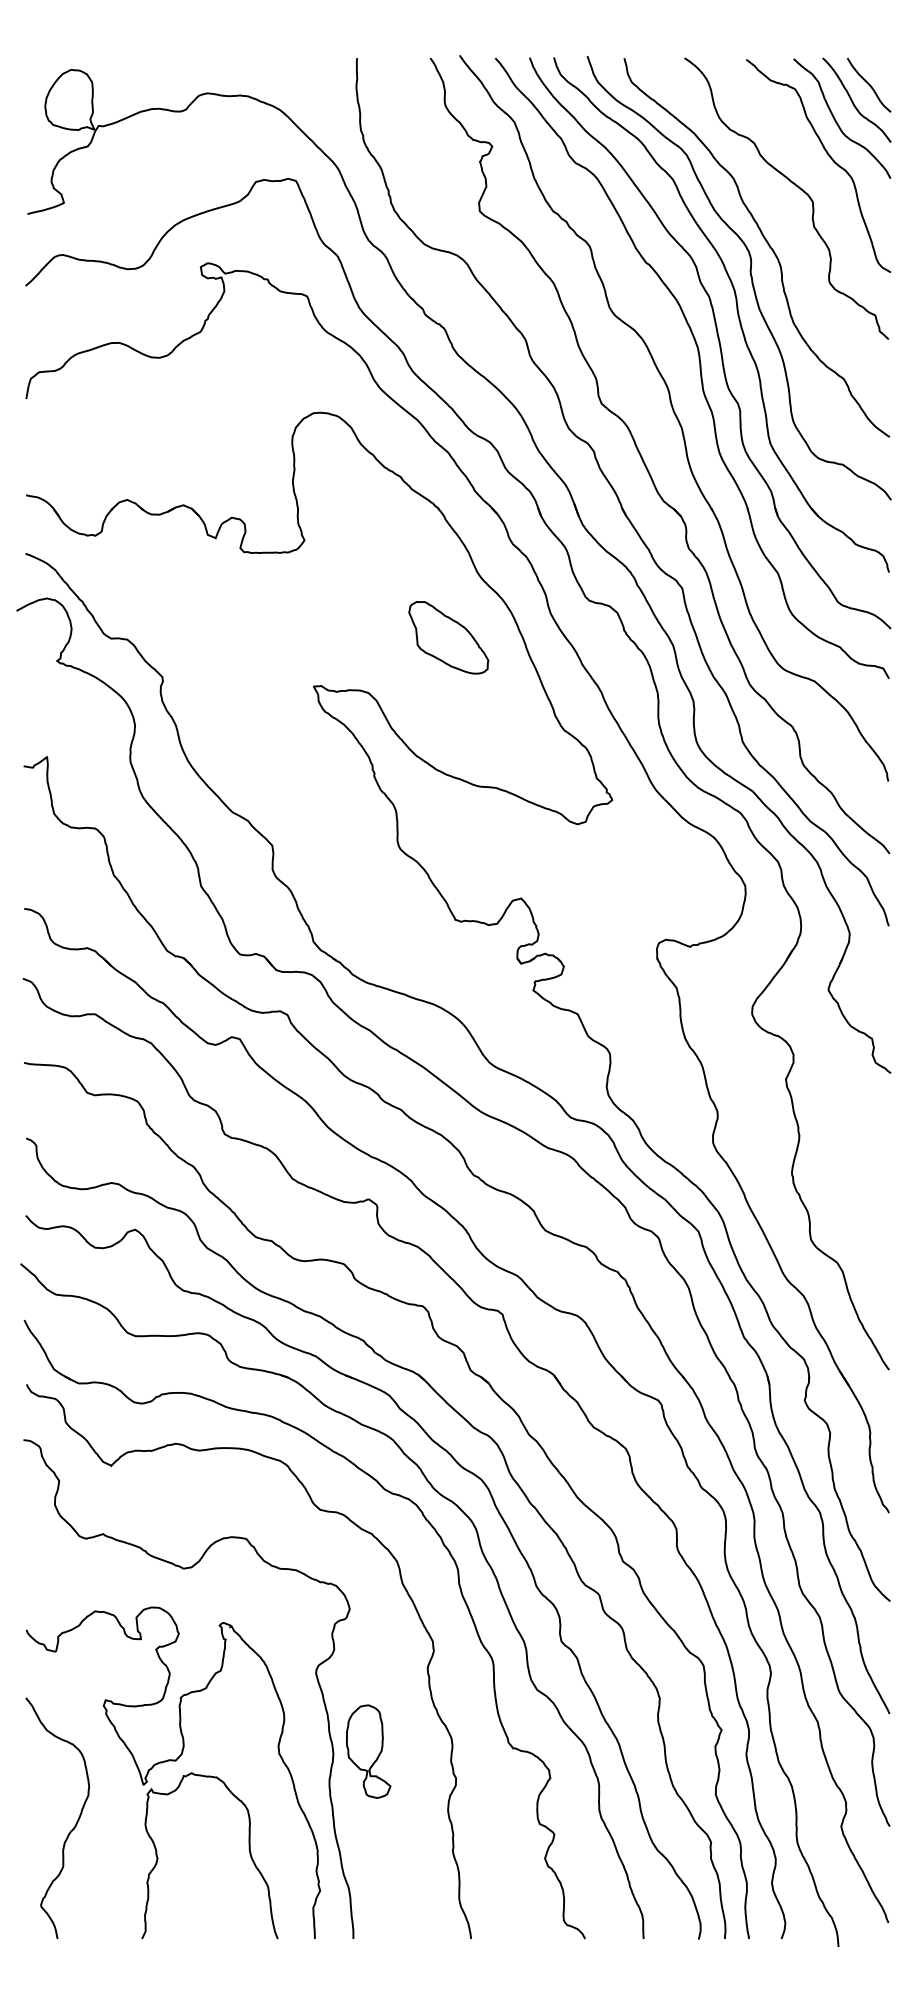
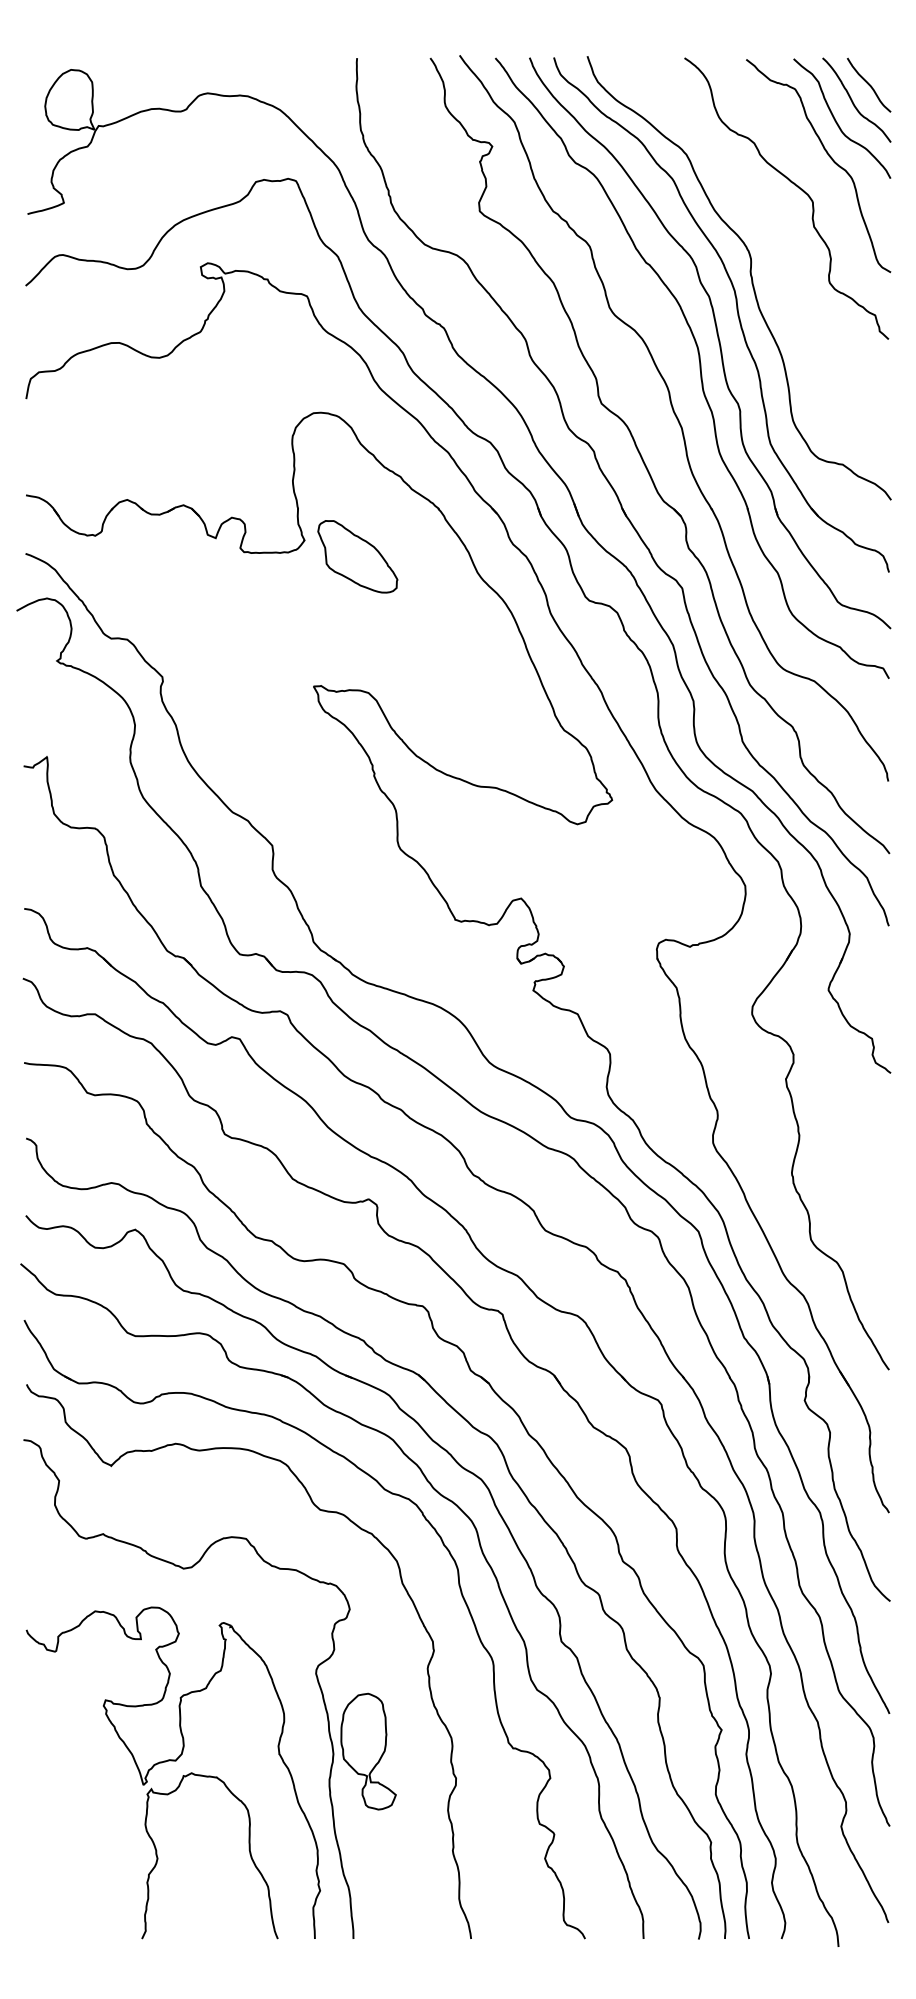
curve at (765, 241): present -> none
part at (448, 637) position: (448, 637) -> (357, 556)
part at (368, 1751) size: 46x95 px -> 57x119 px
curve at (70, 1830): present -> none
